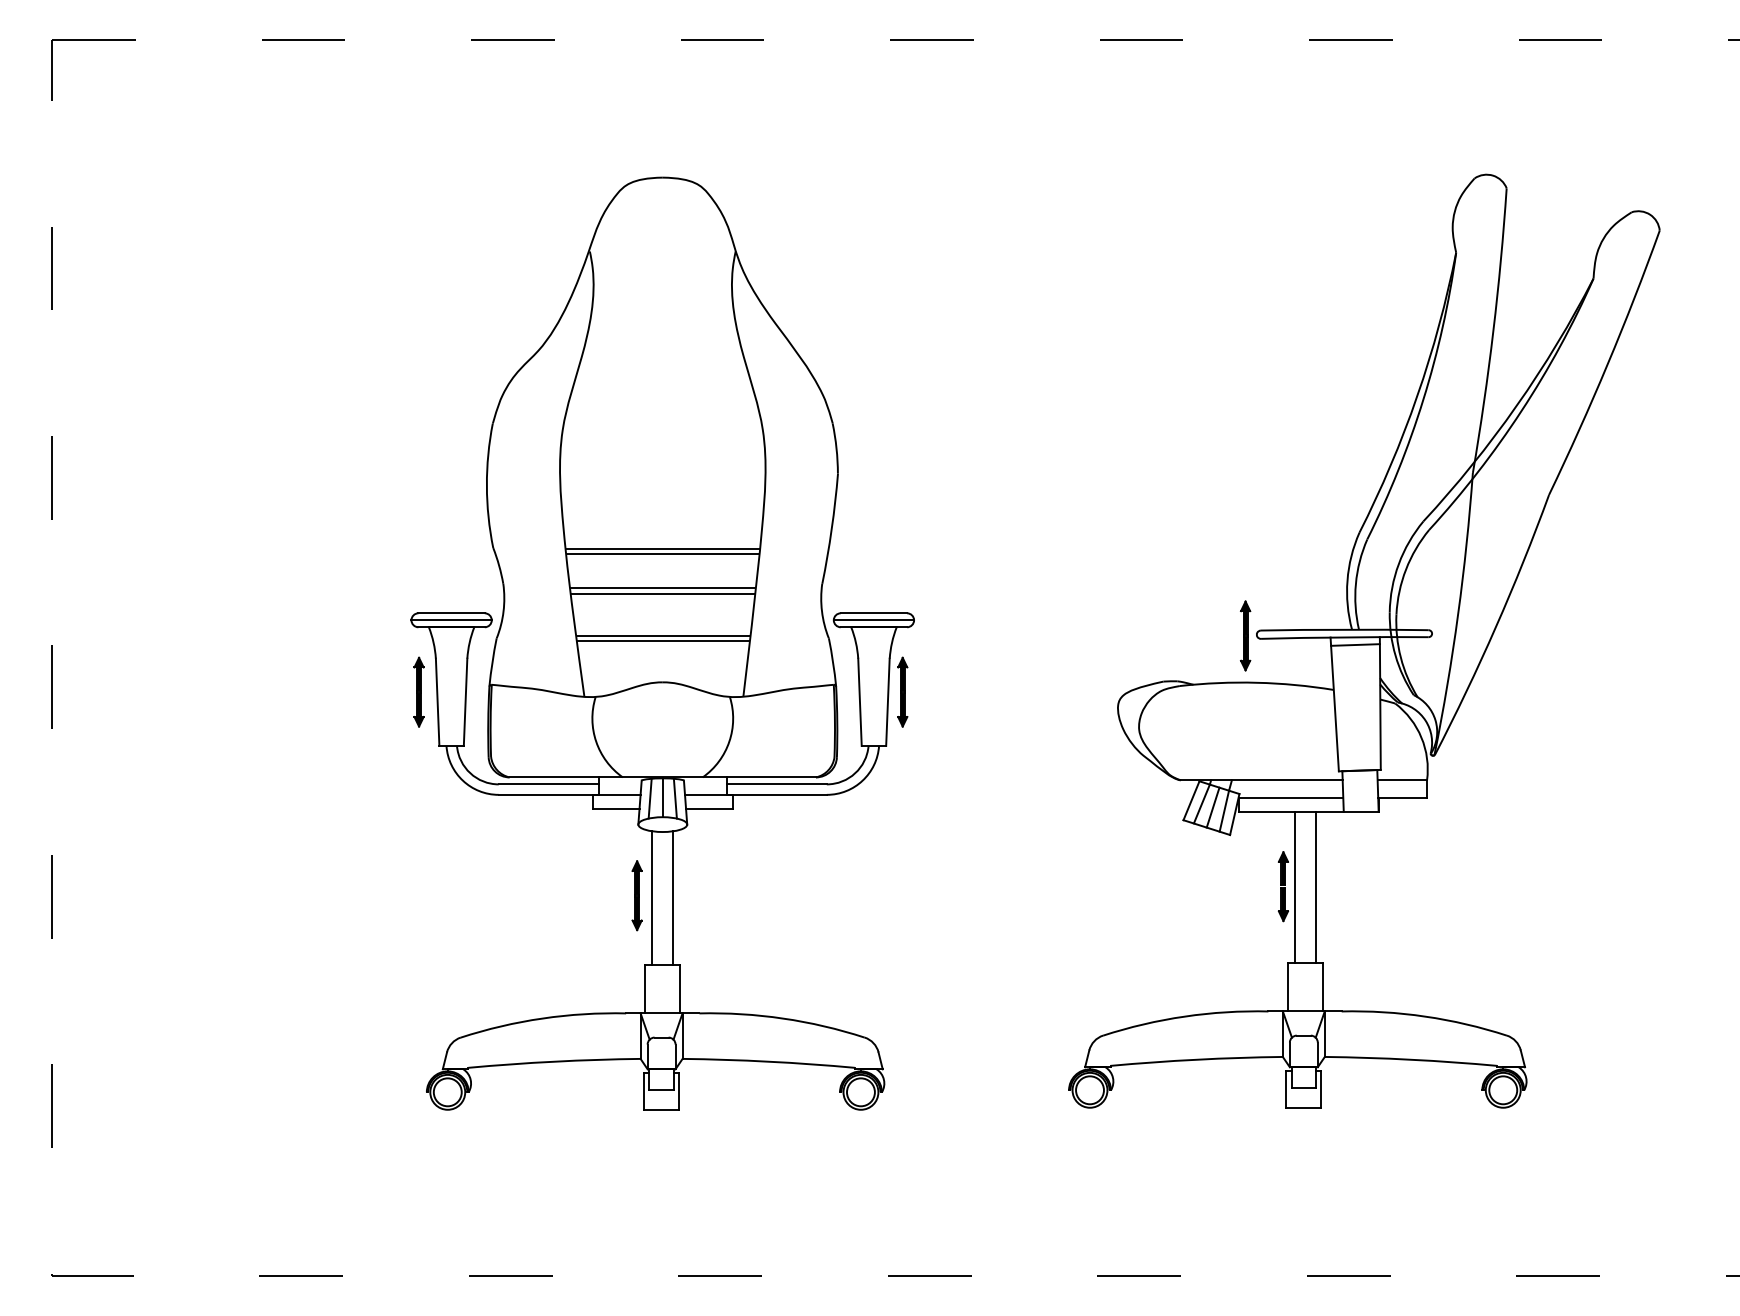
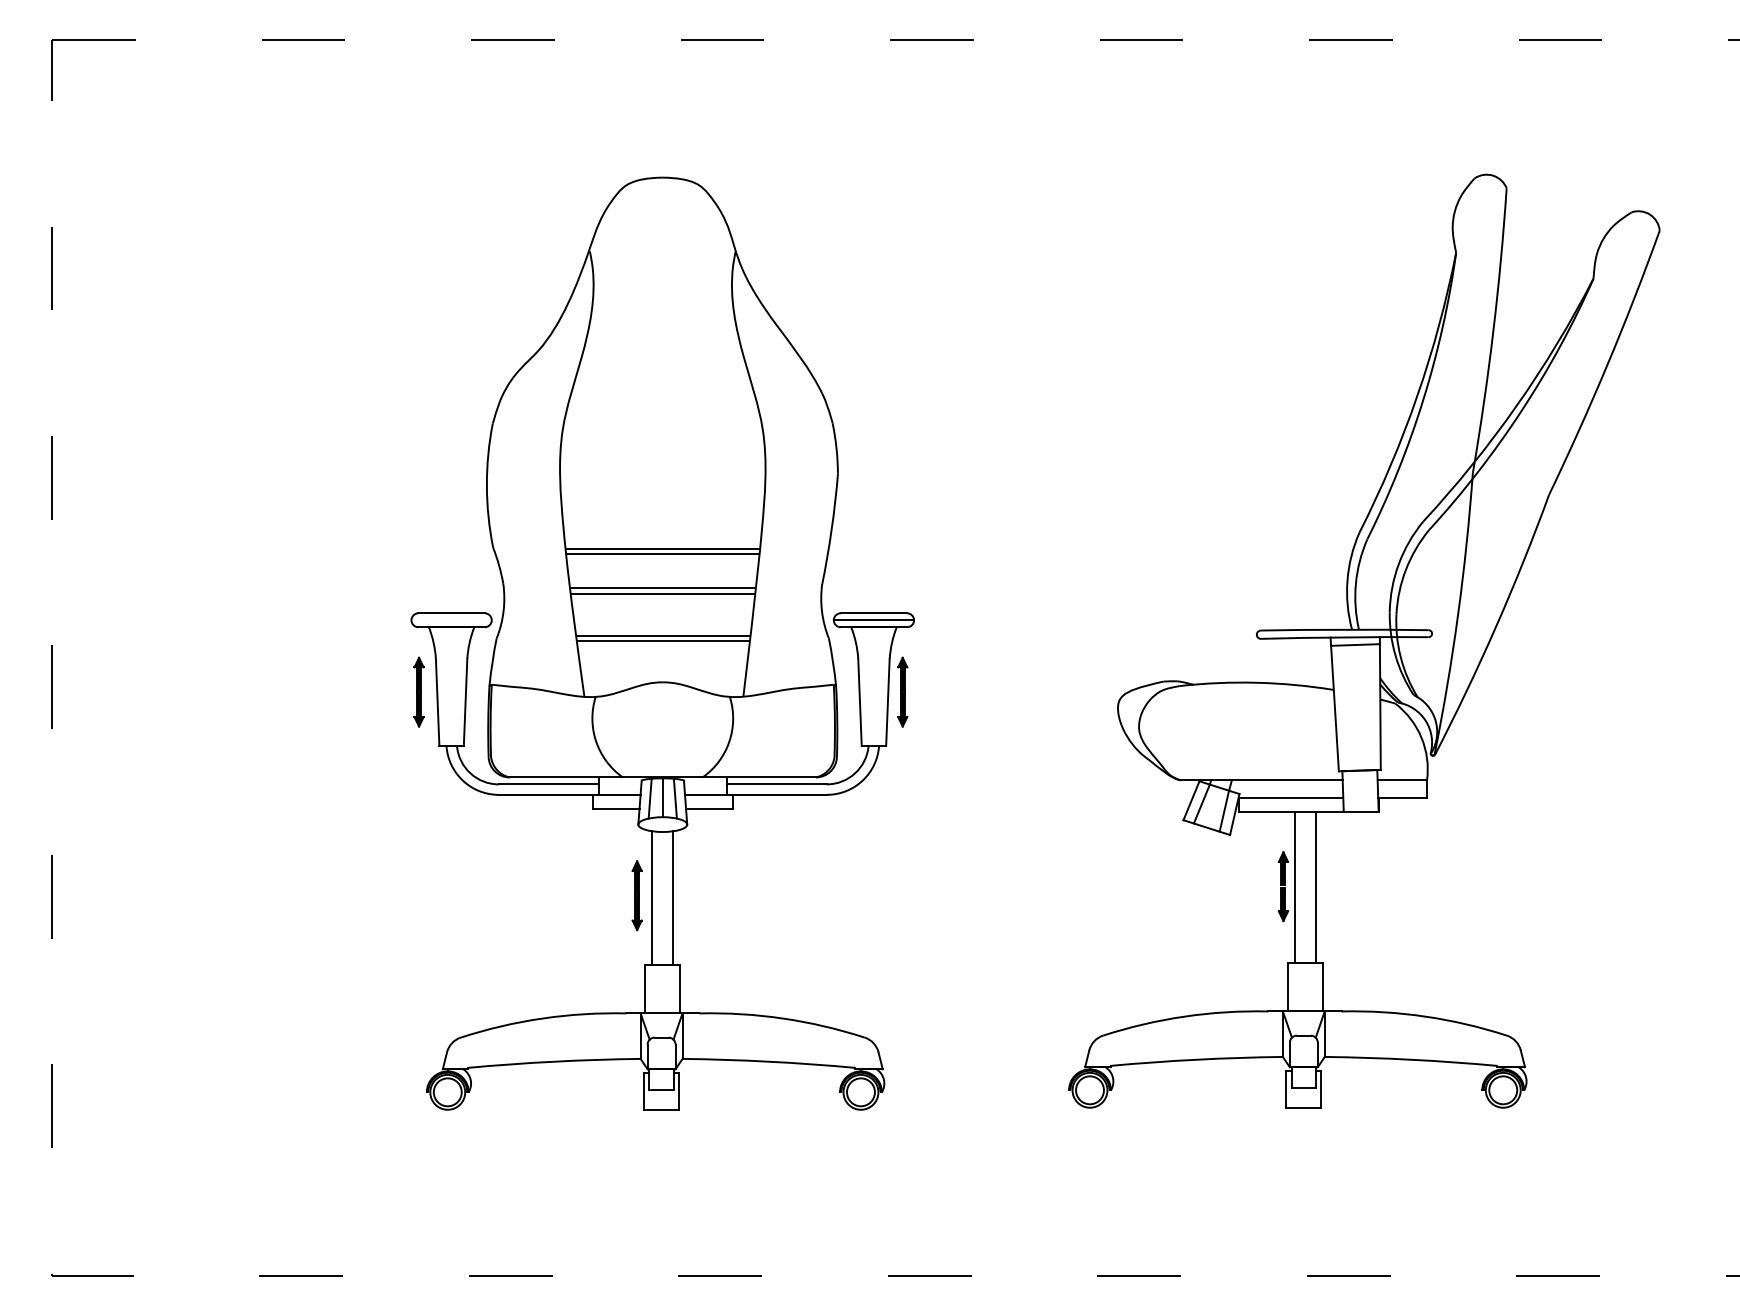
line at (451, 620): present -> none
part at (1245, 635): present -> none
line at (1212, 807): present -> none
